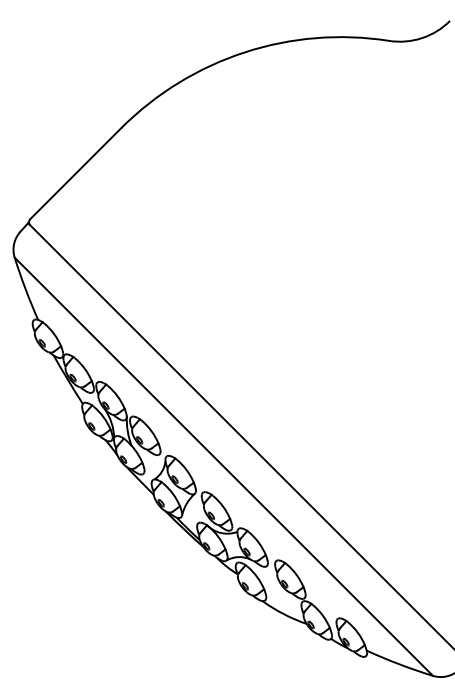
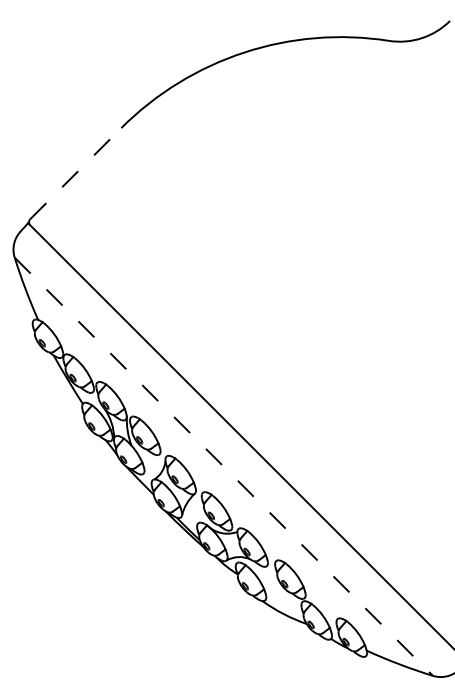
line at (76, 173): solid -> dashed
line at (223, 466): solid -> dashed
